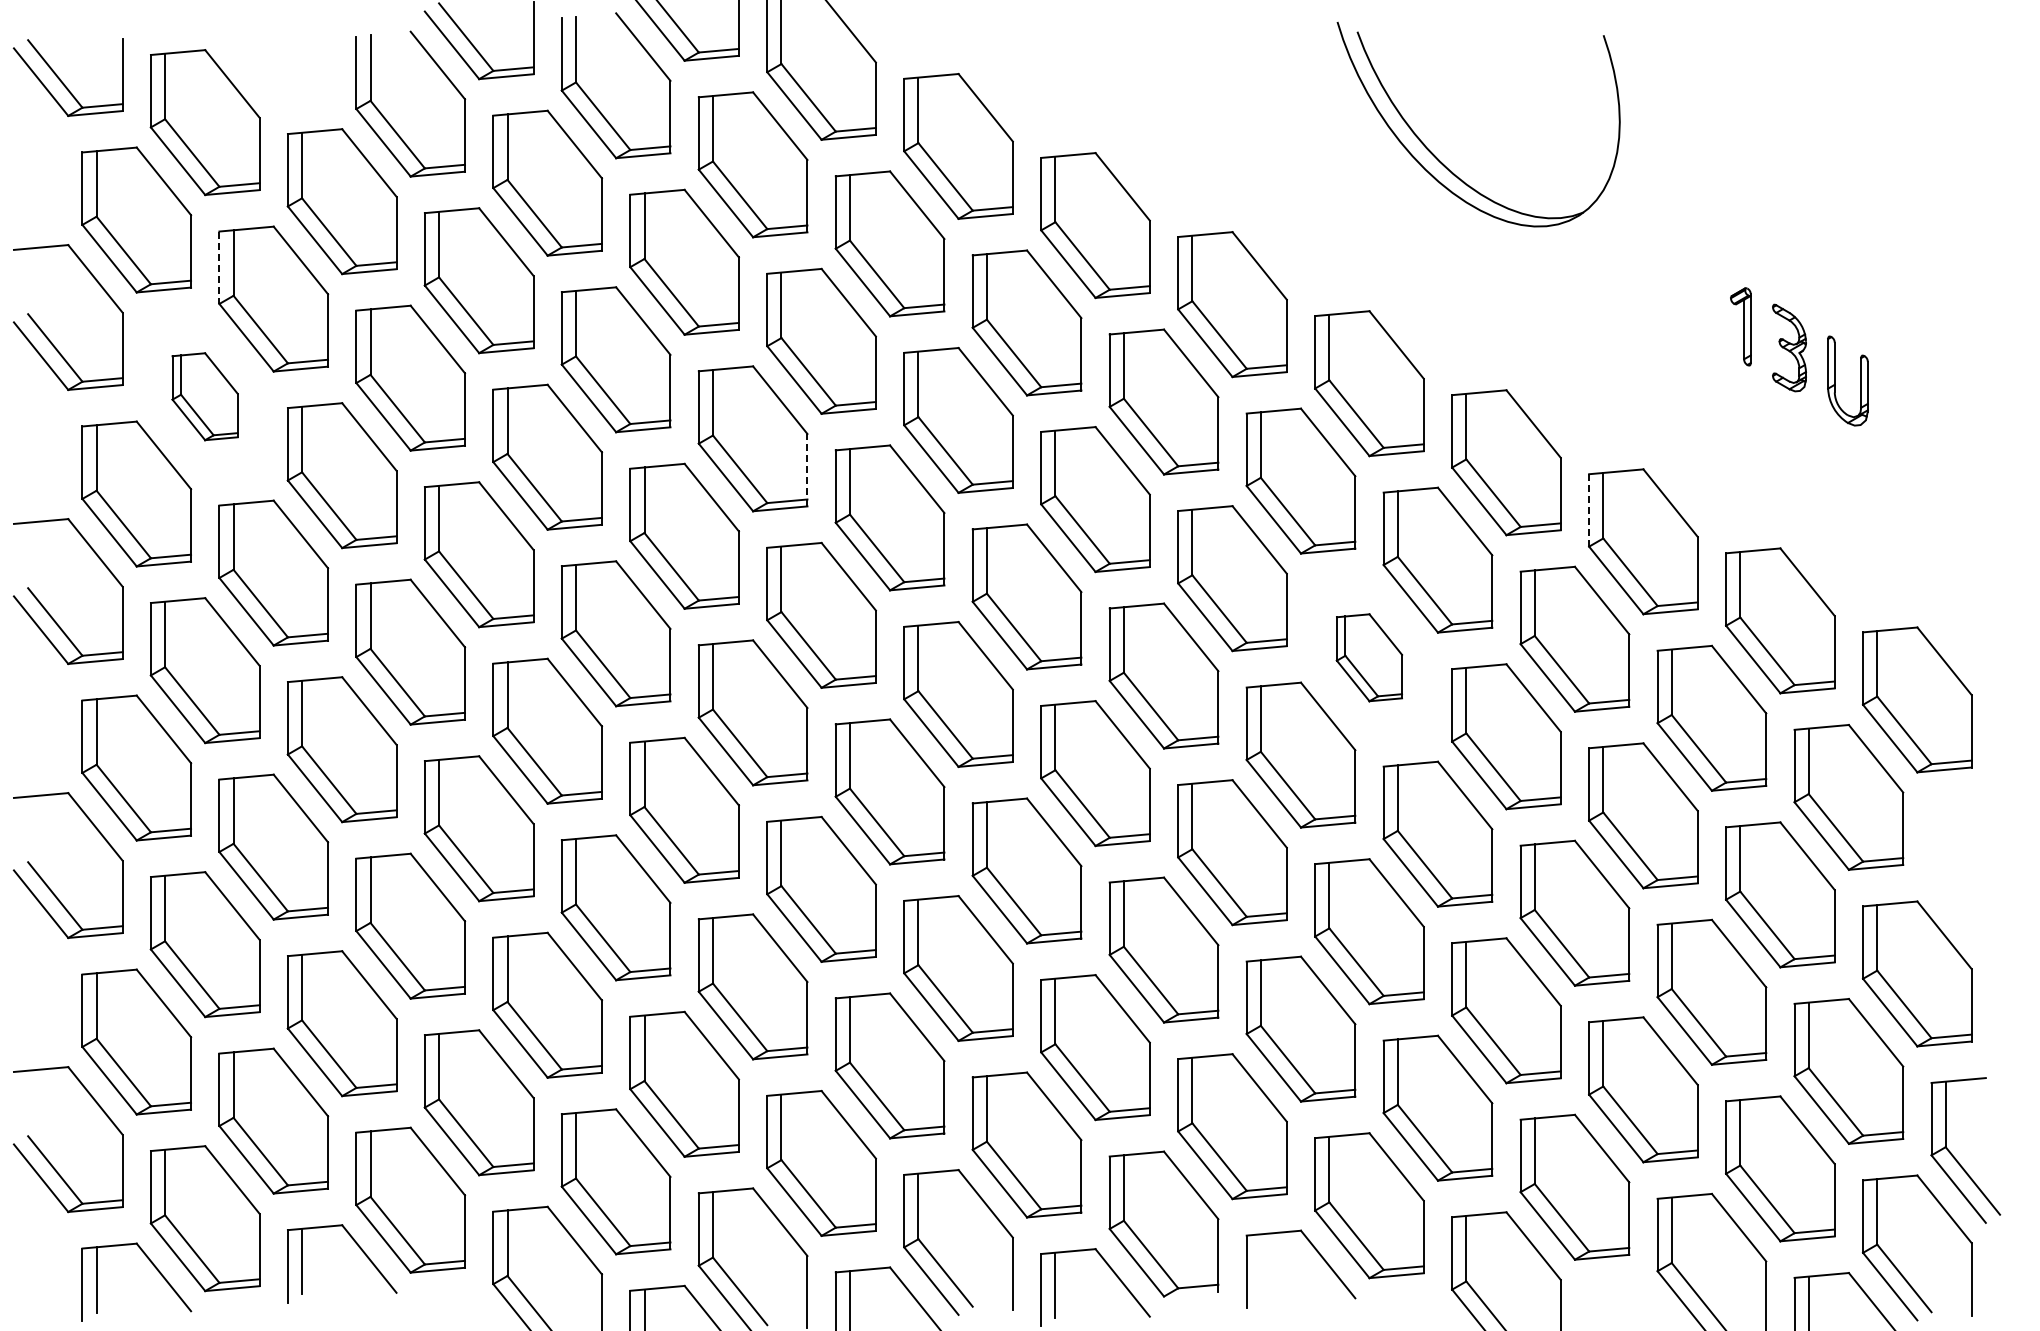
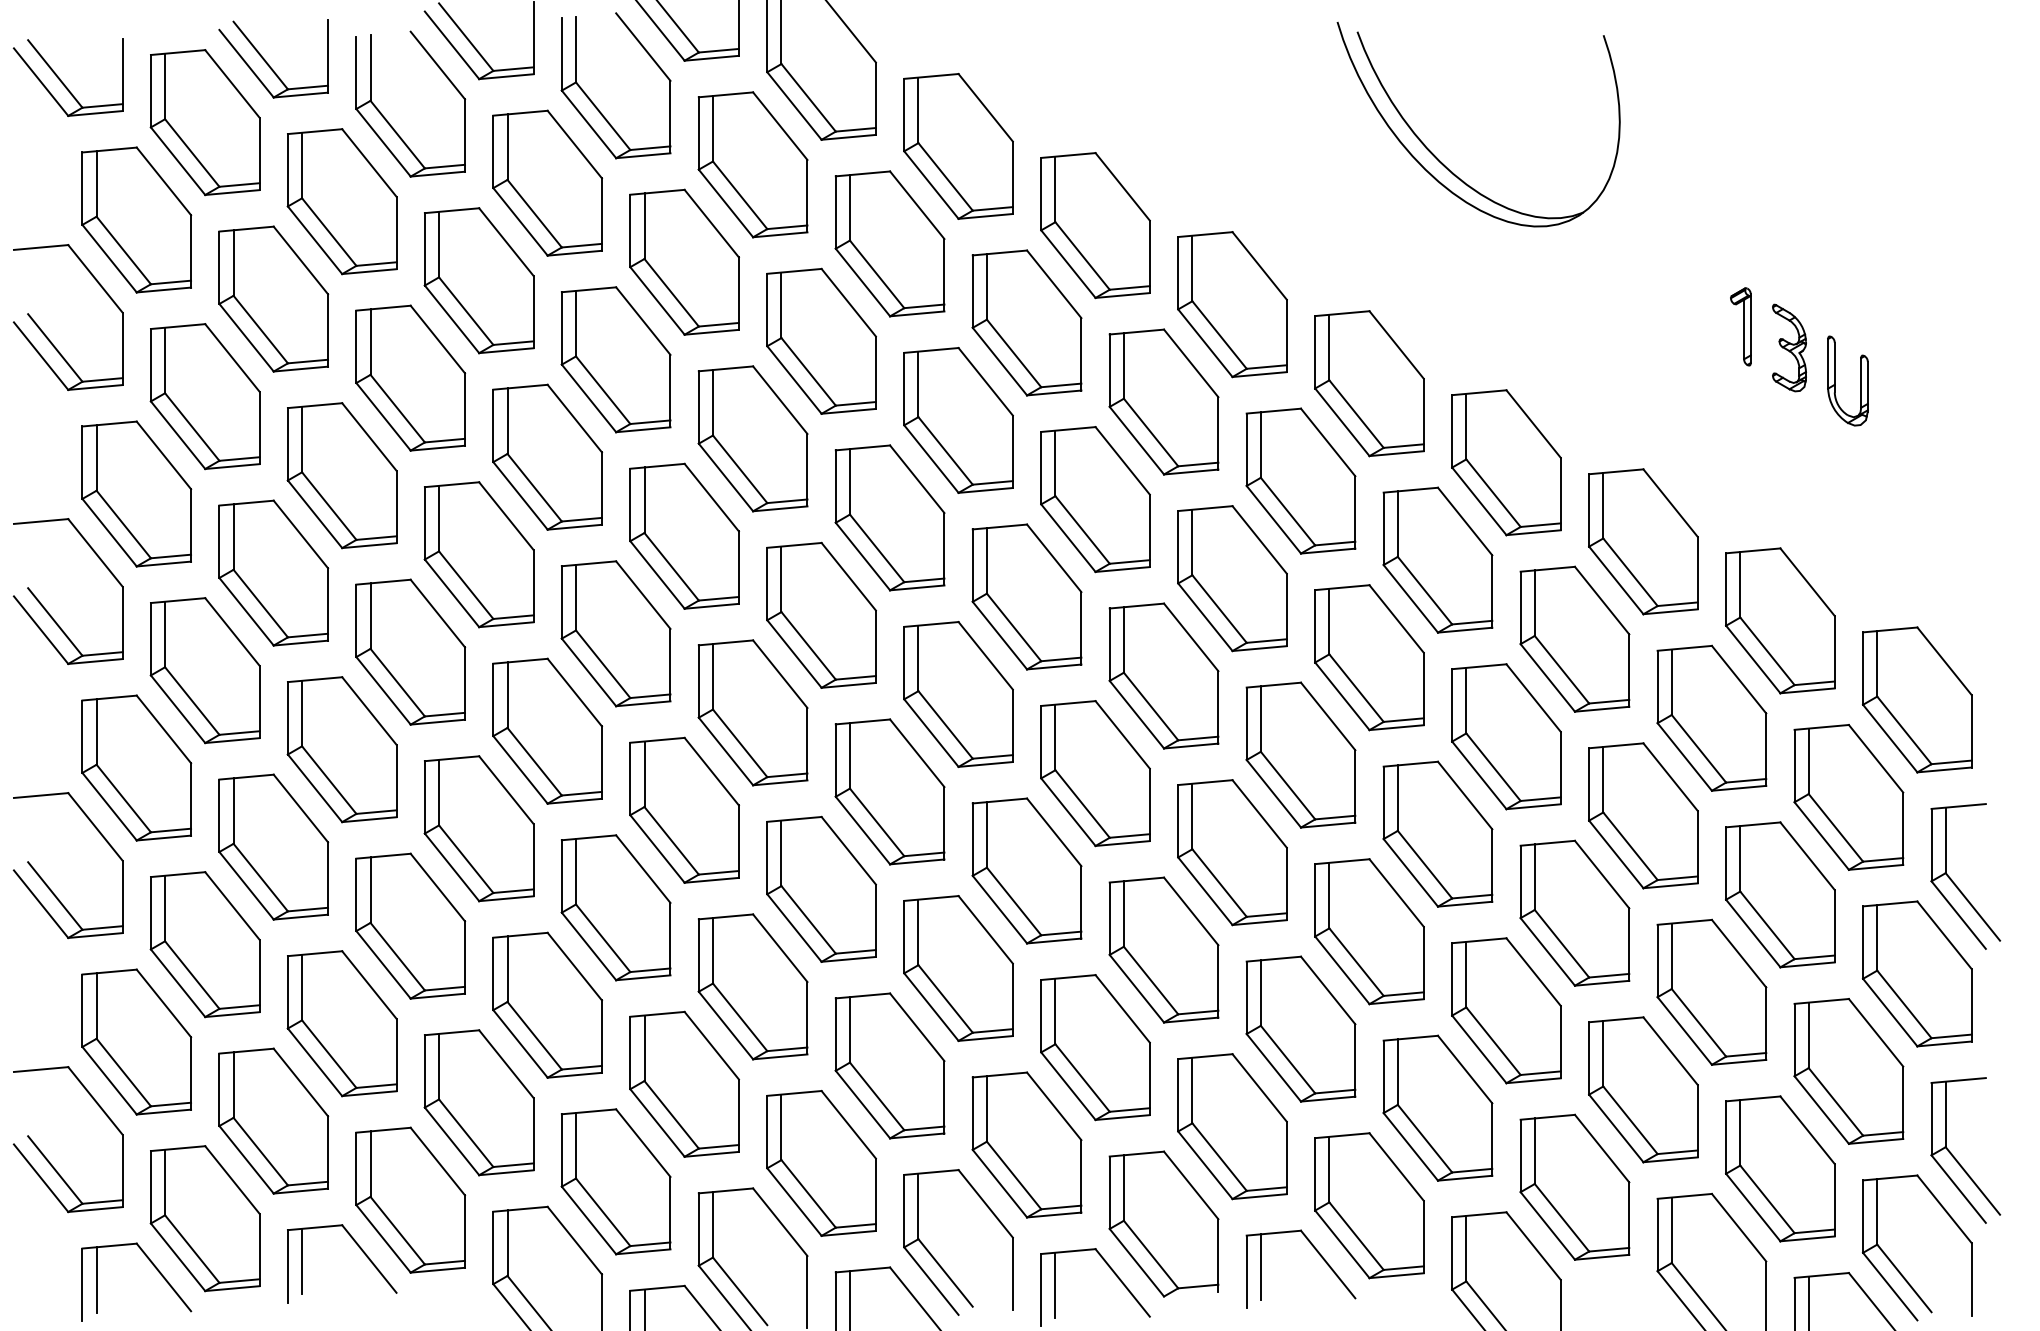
part at (268, 63): none -> present
line at (219, 268): dashed -> solid
part at (204, 396) size: 68x90 px -> 112x148 px
line at (807, 469): dashed -> solid
line at (1589, 510): dashed -> solid
part at (1368, 657) size: 68x90 px -> 111x148 px
part at (1956, 884): none -> present
line at (1260, 1266): none -> present
